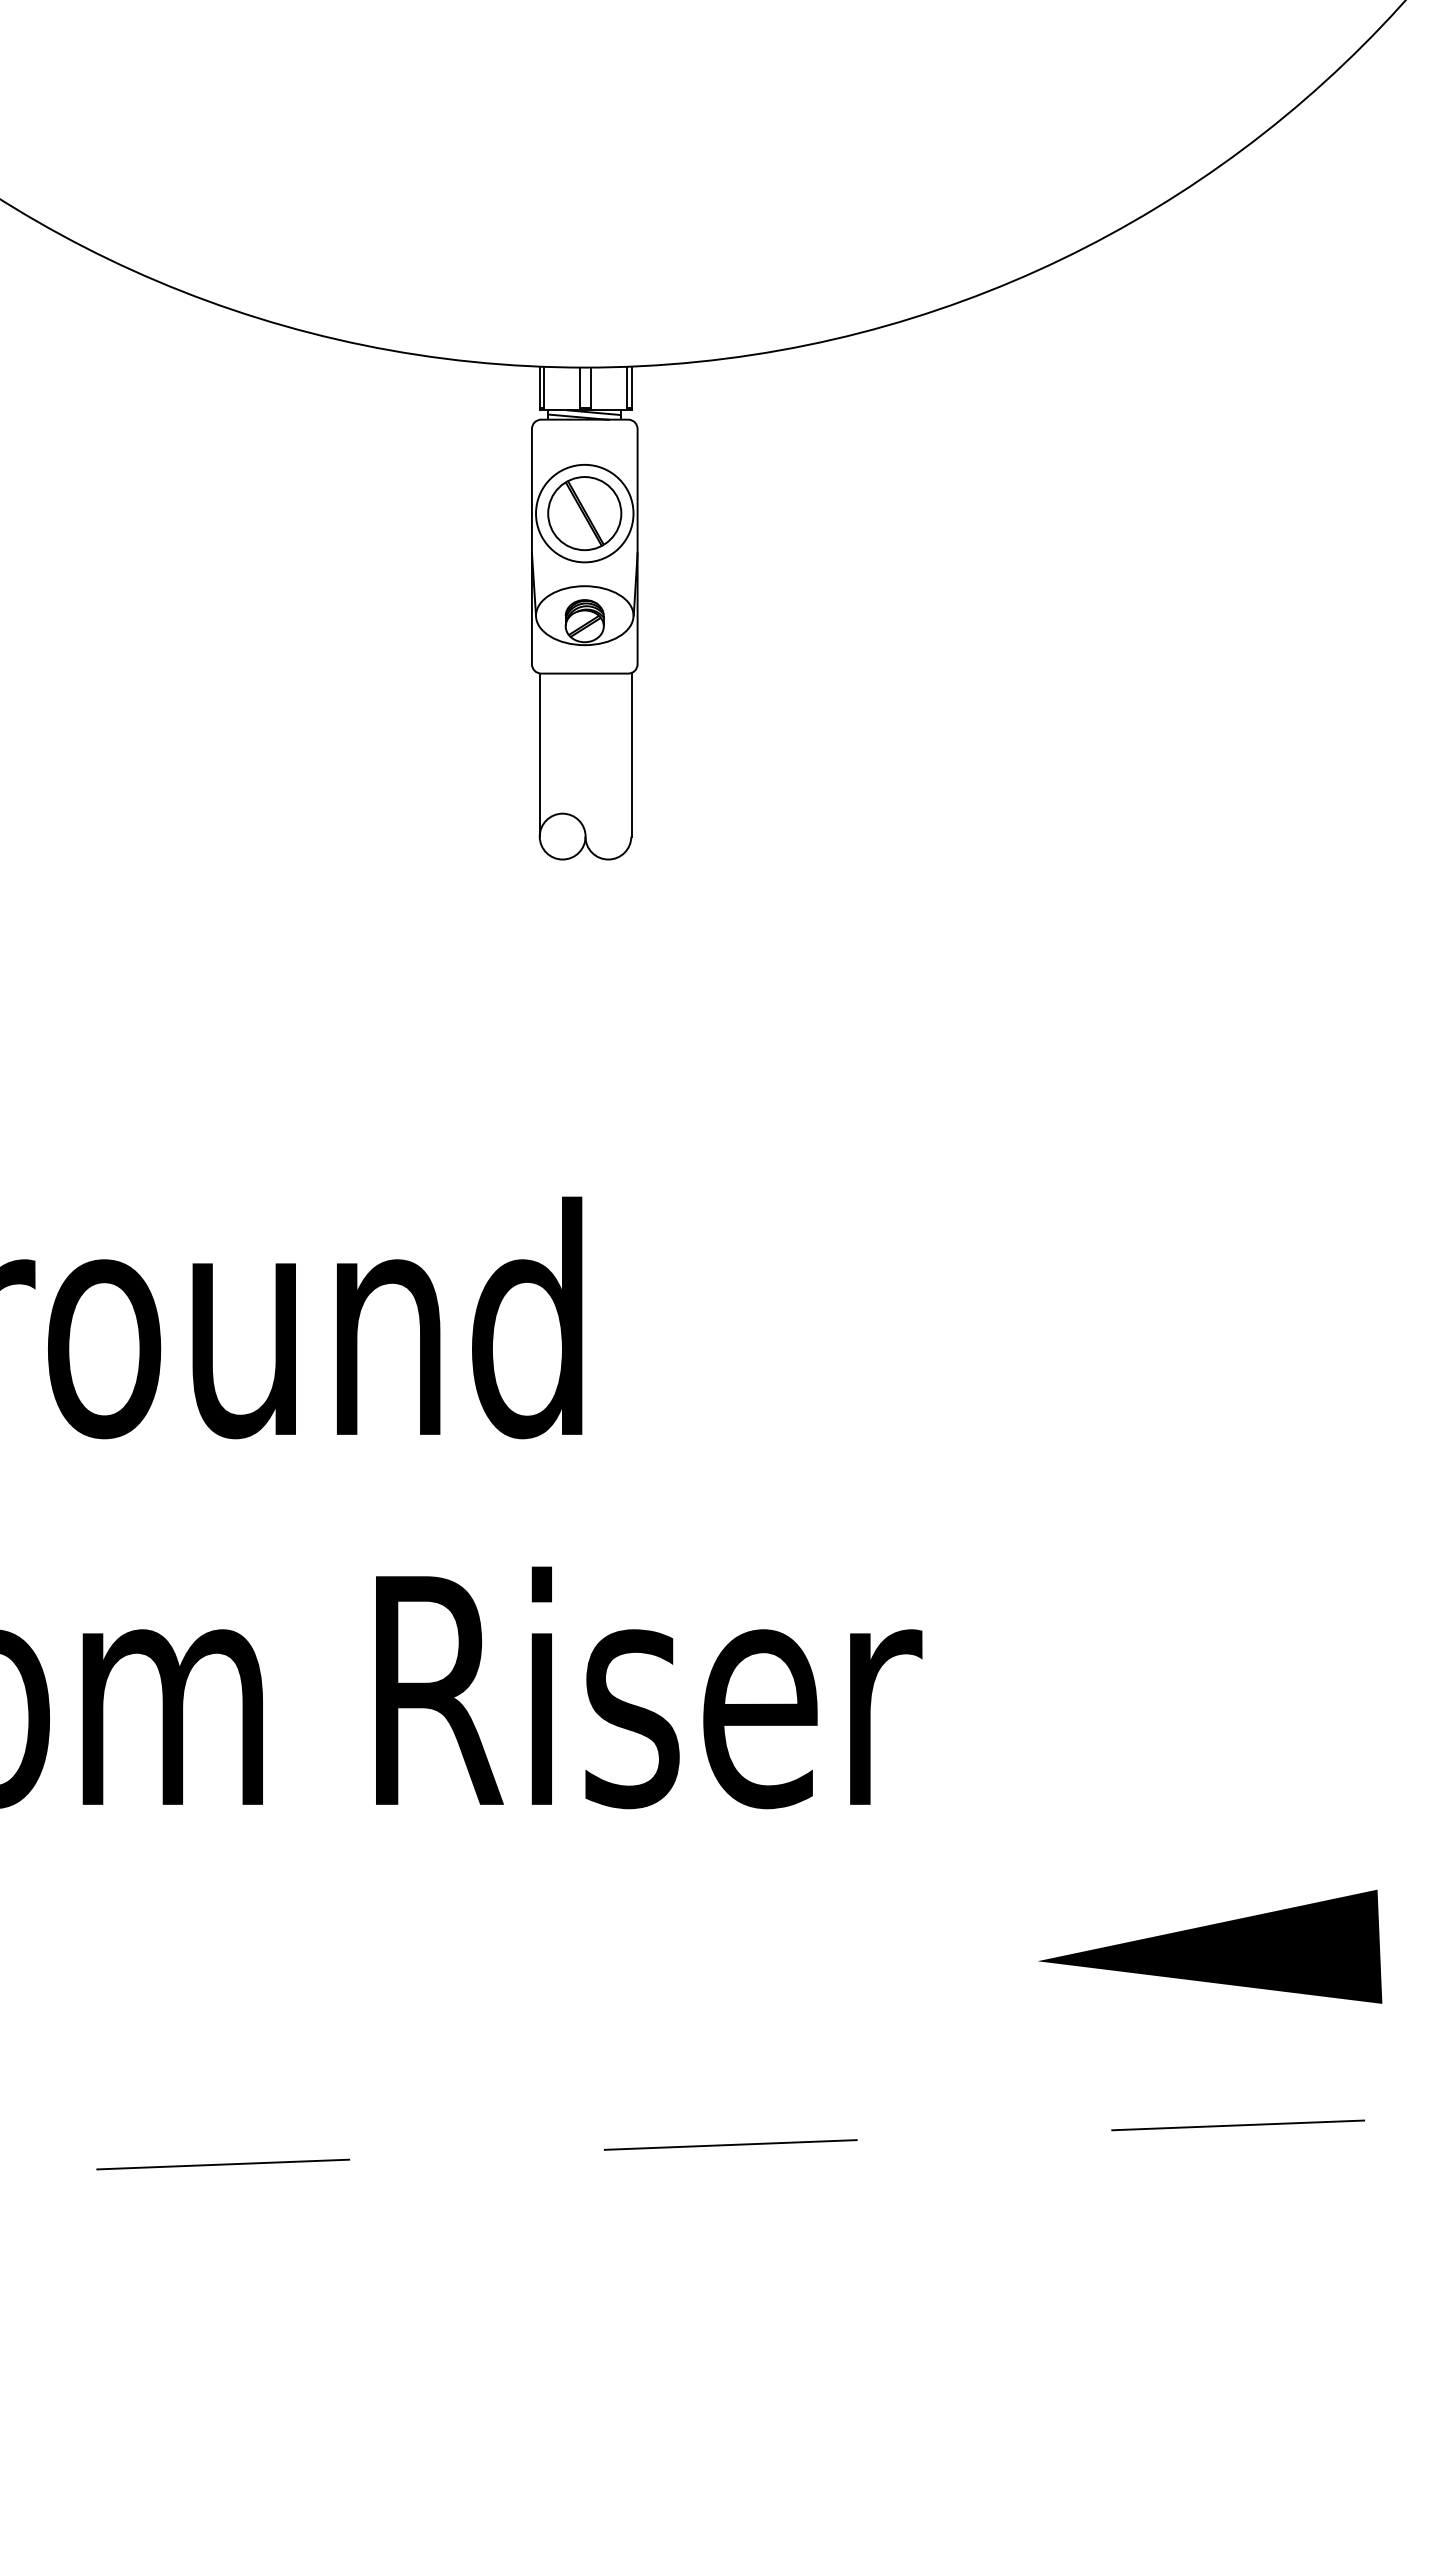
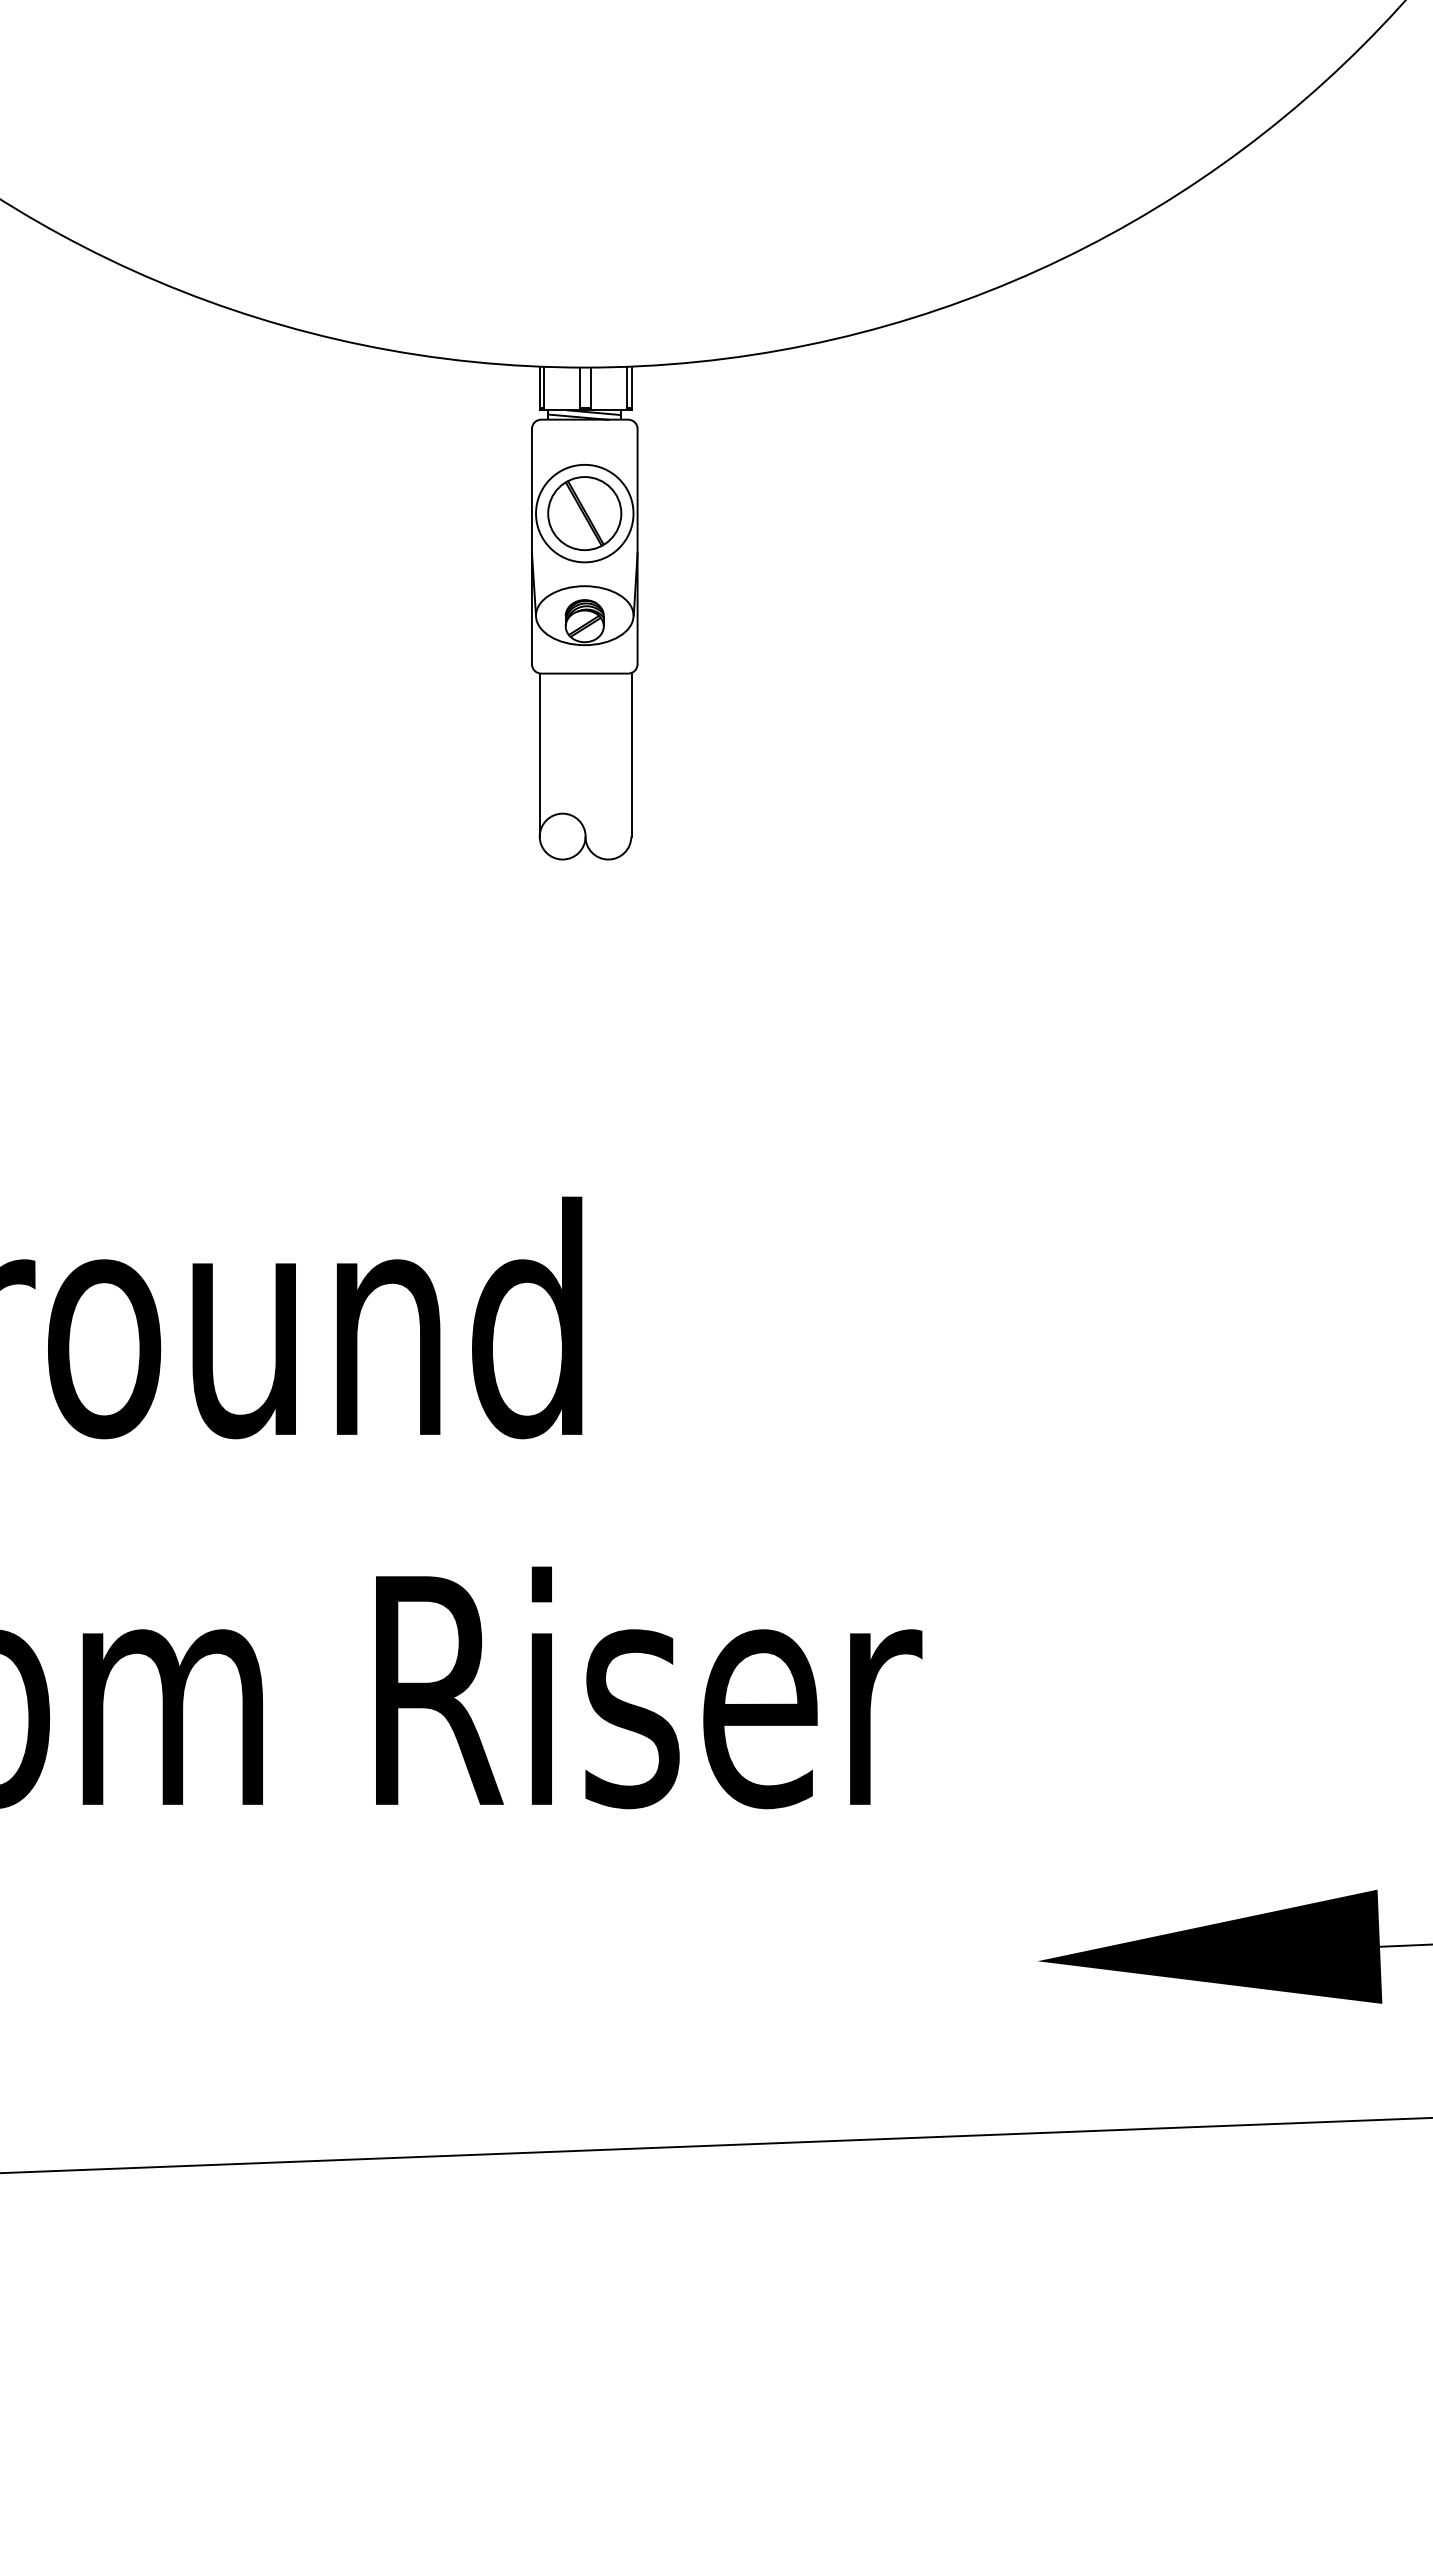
line at (1404, 1945): none -> present
line at (716, 2145): dashed -> solid
